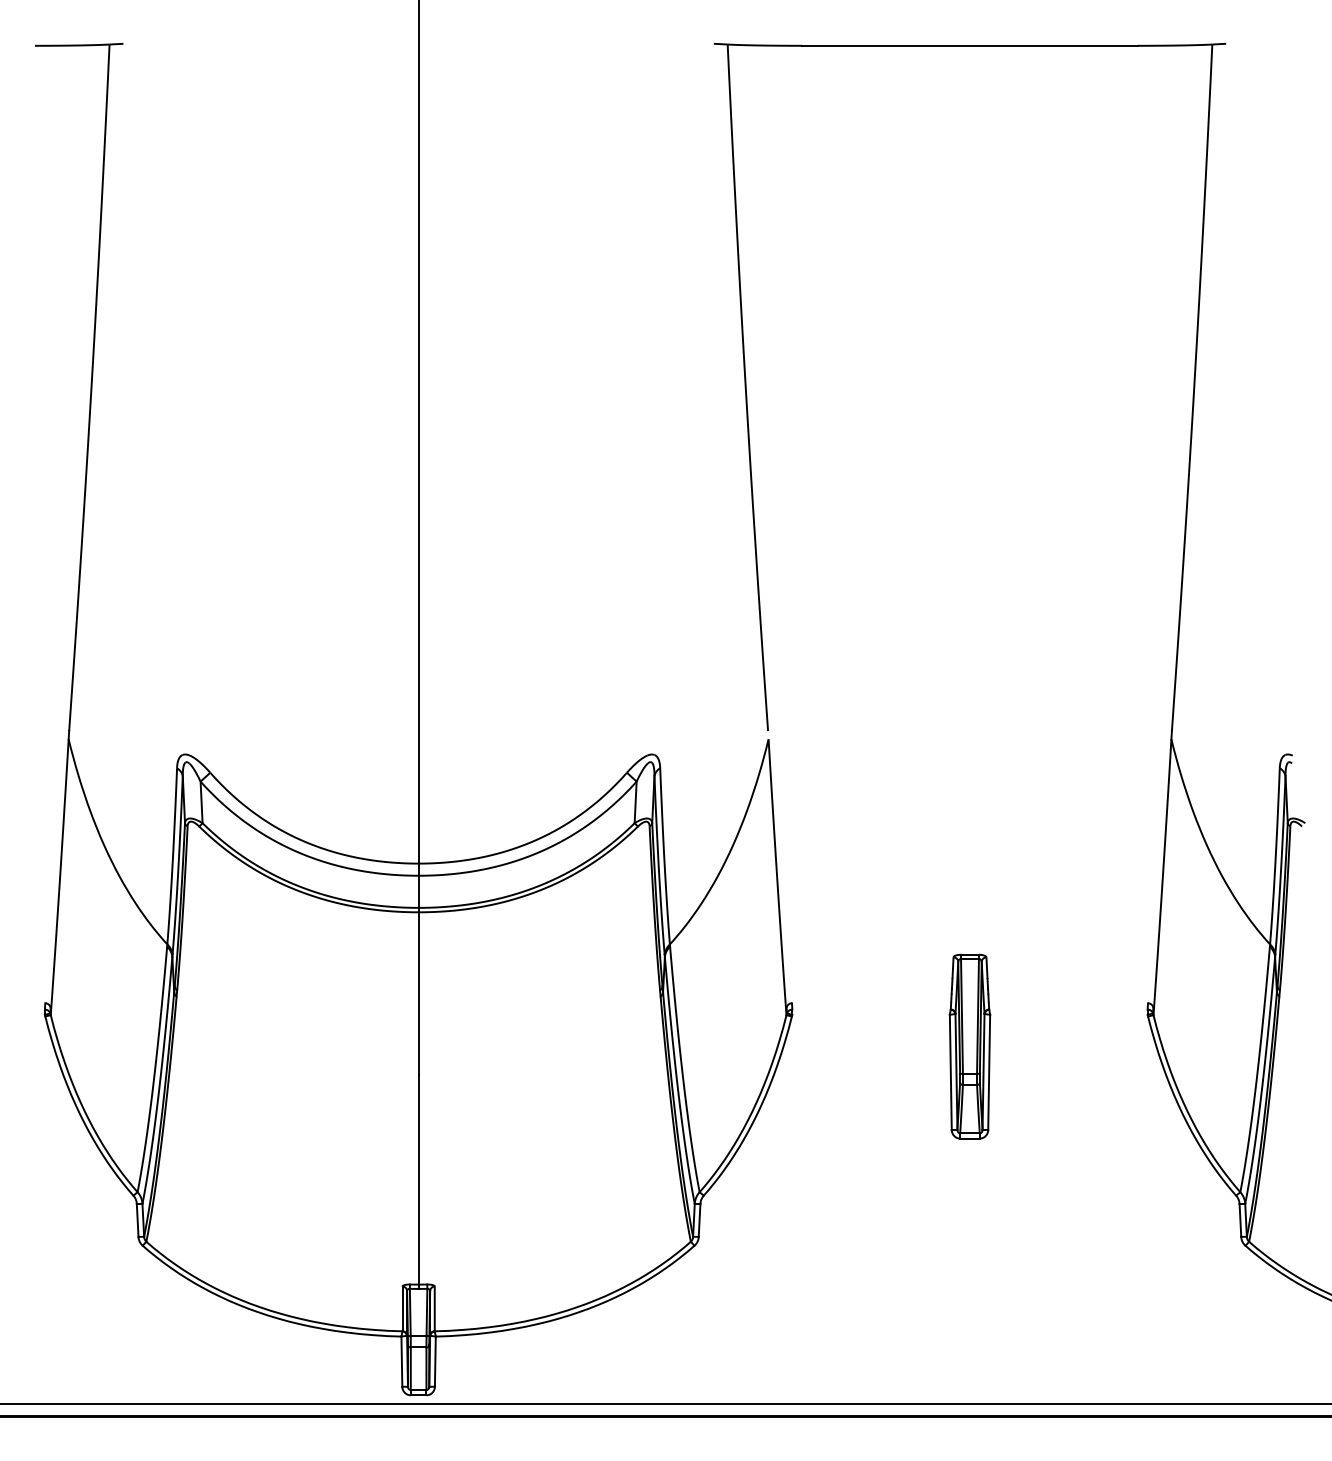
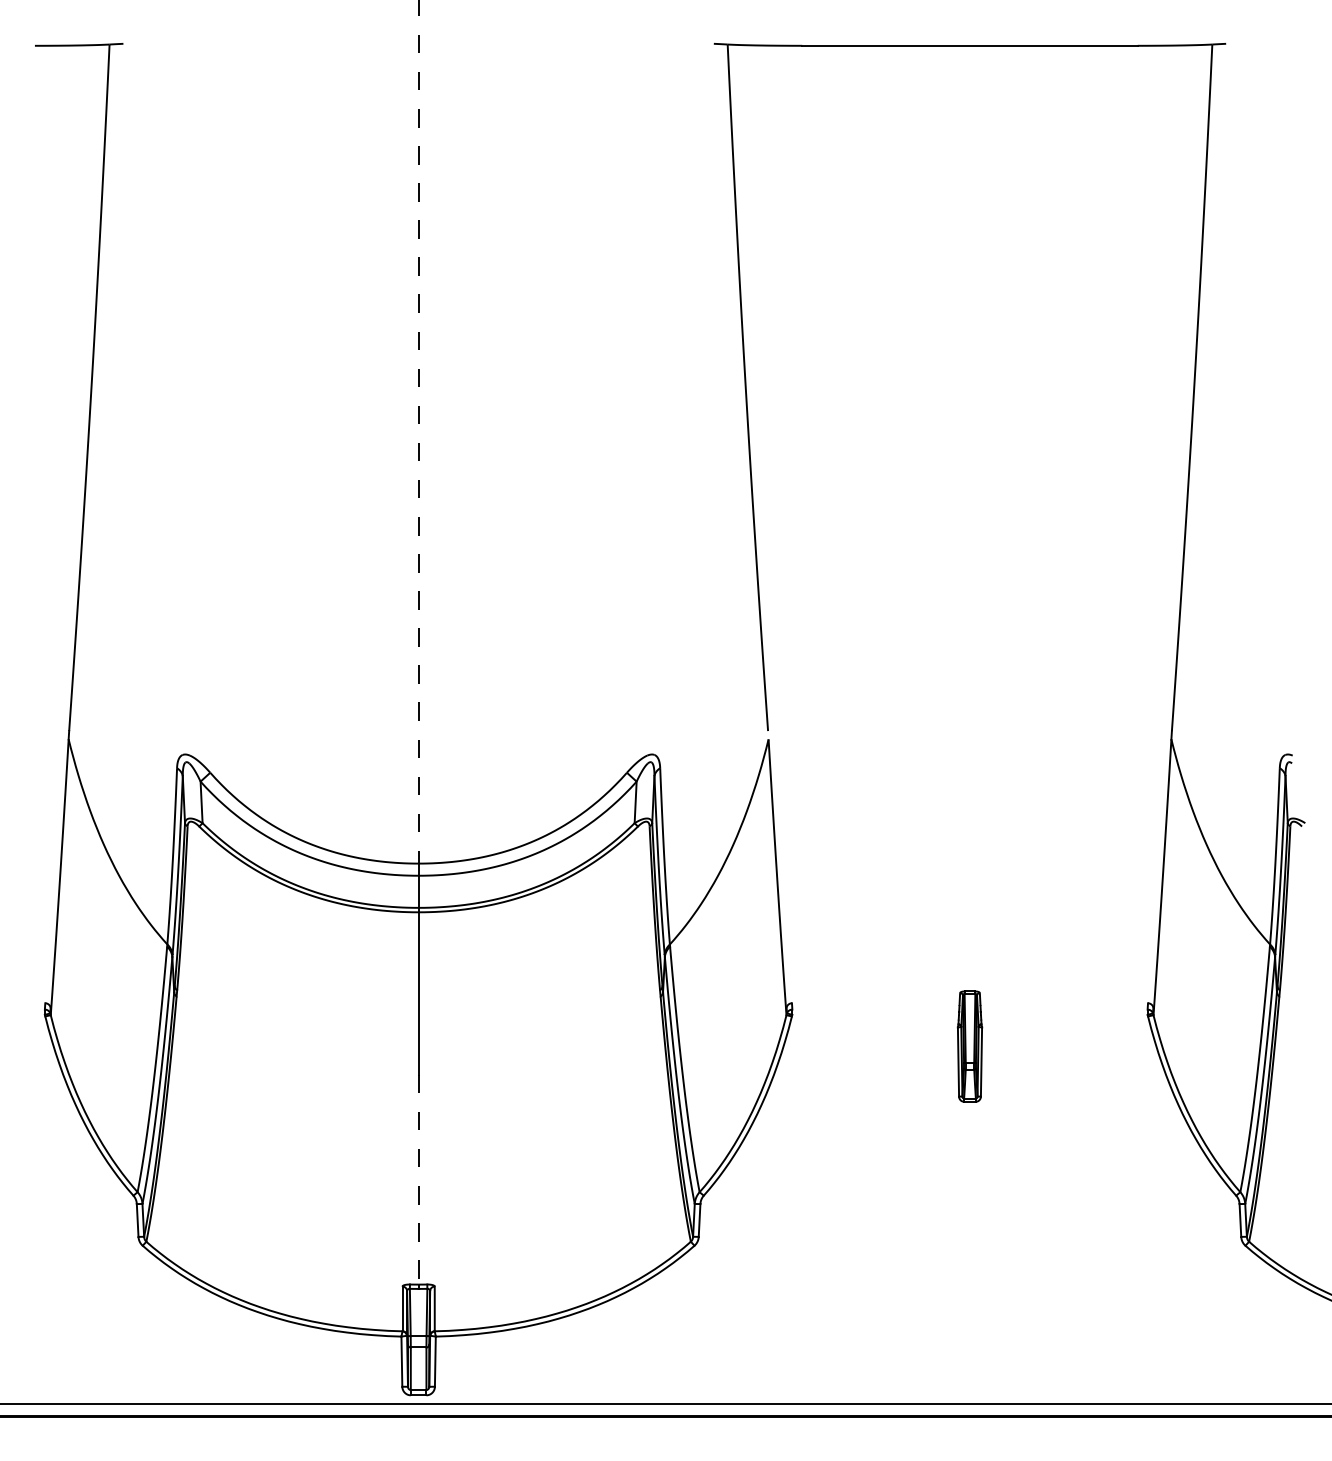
line at (418, 432): solid -> dashed
part at (969, 1046) size: 44x187 px -> 28x113 px
line at (418, 1179): solid -> dashed
